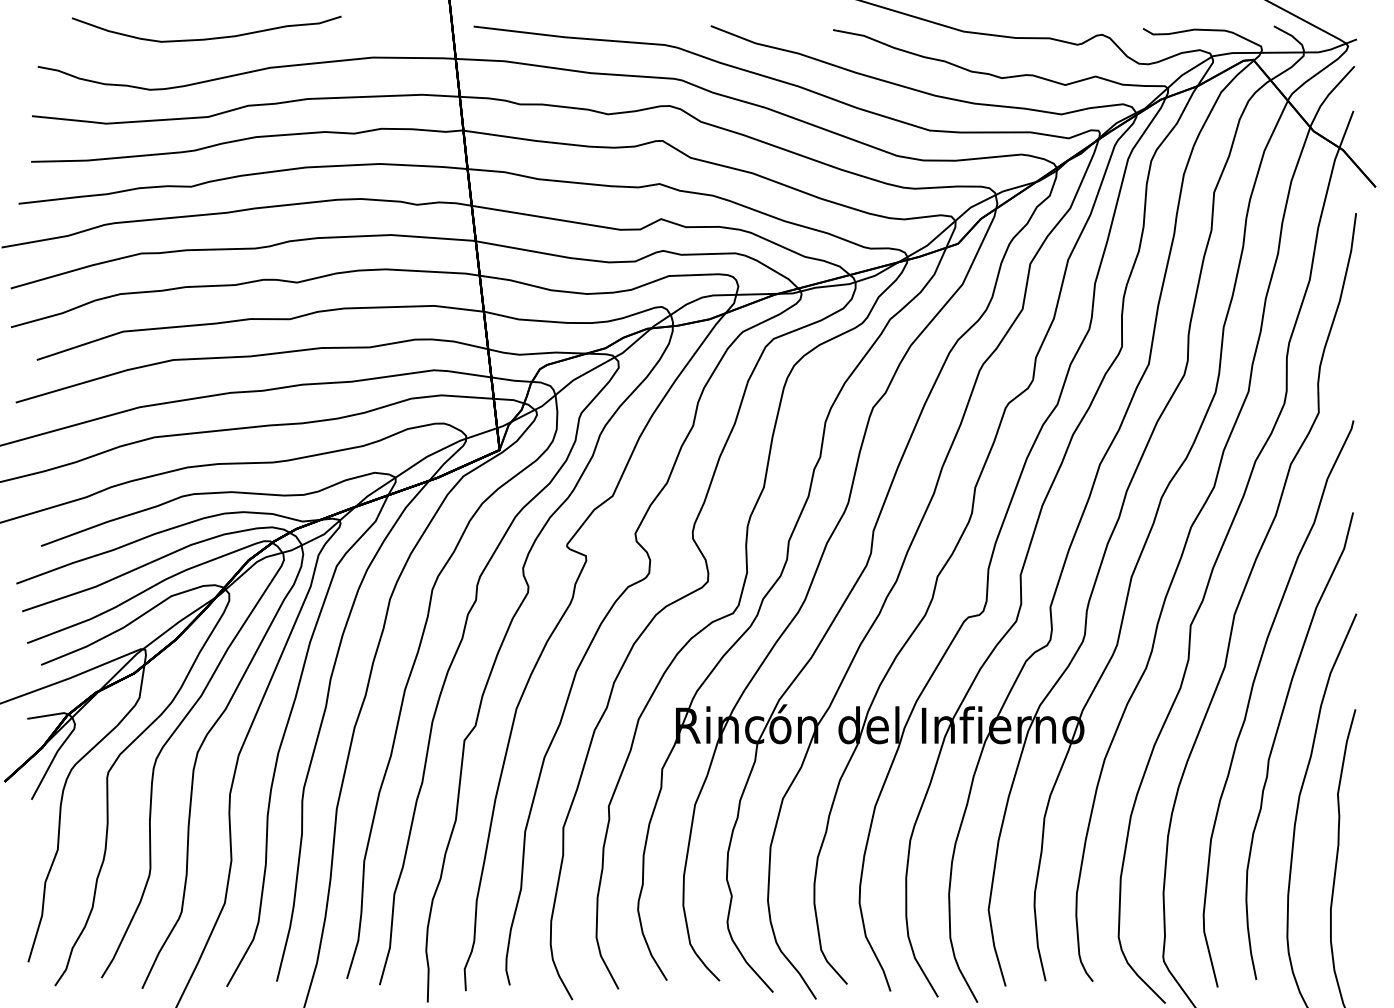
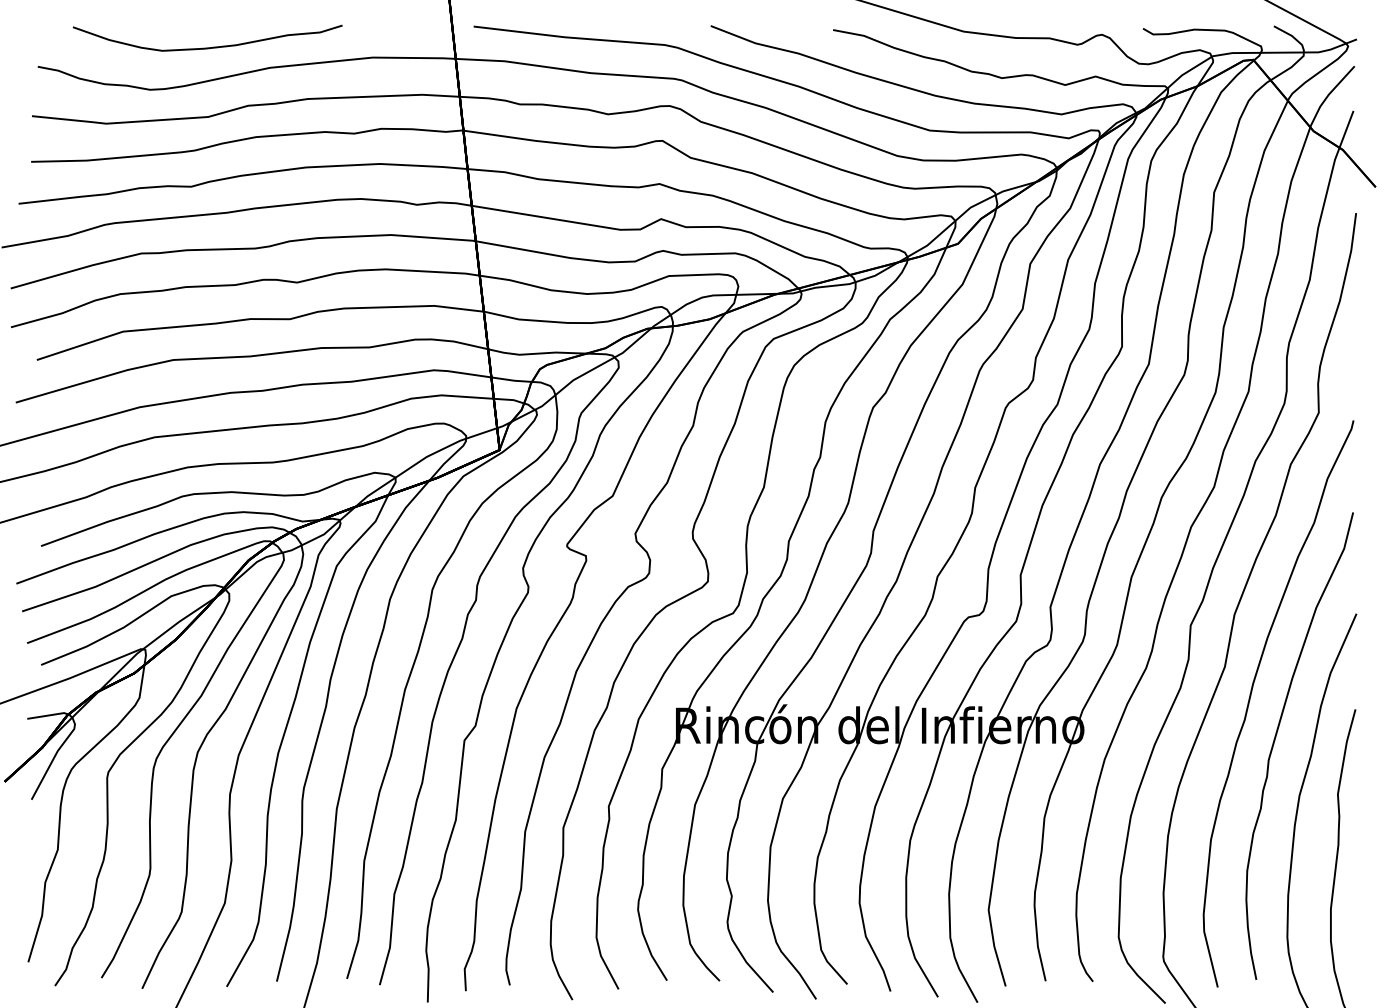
curve at (206, 38) position: (206, 38) -> (207, 47)
